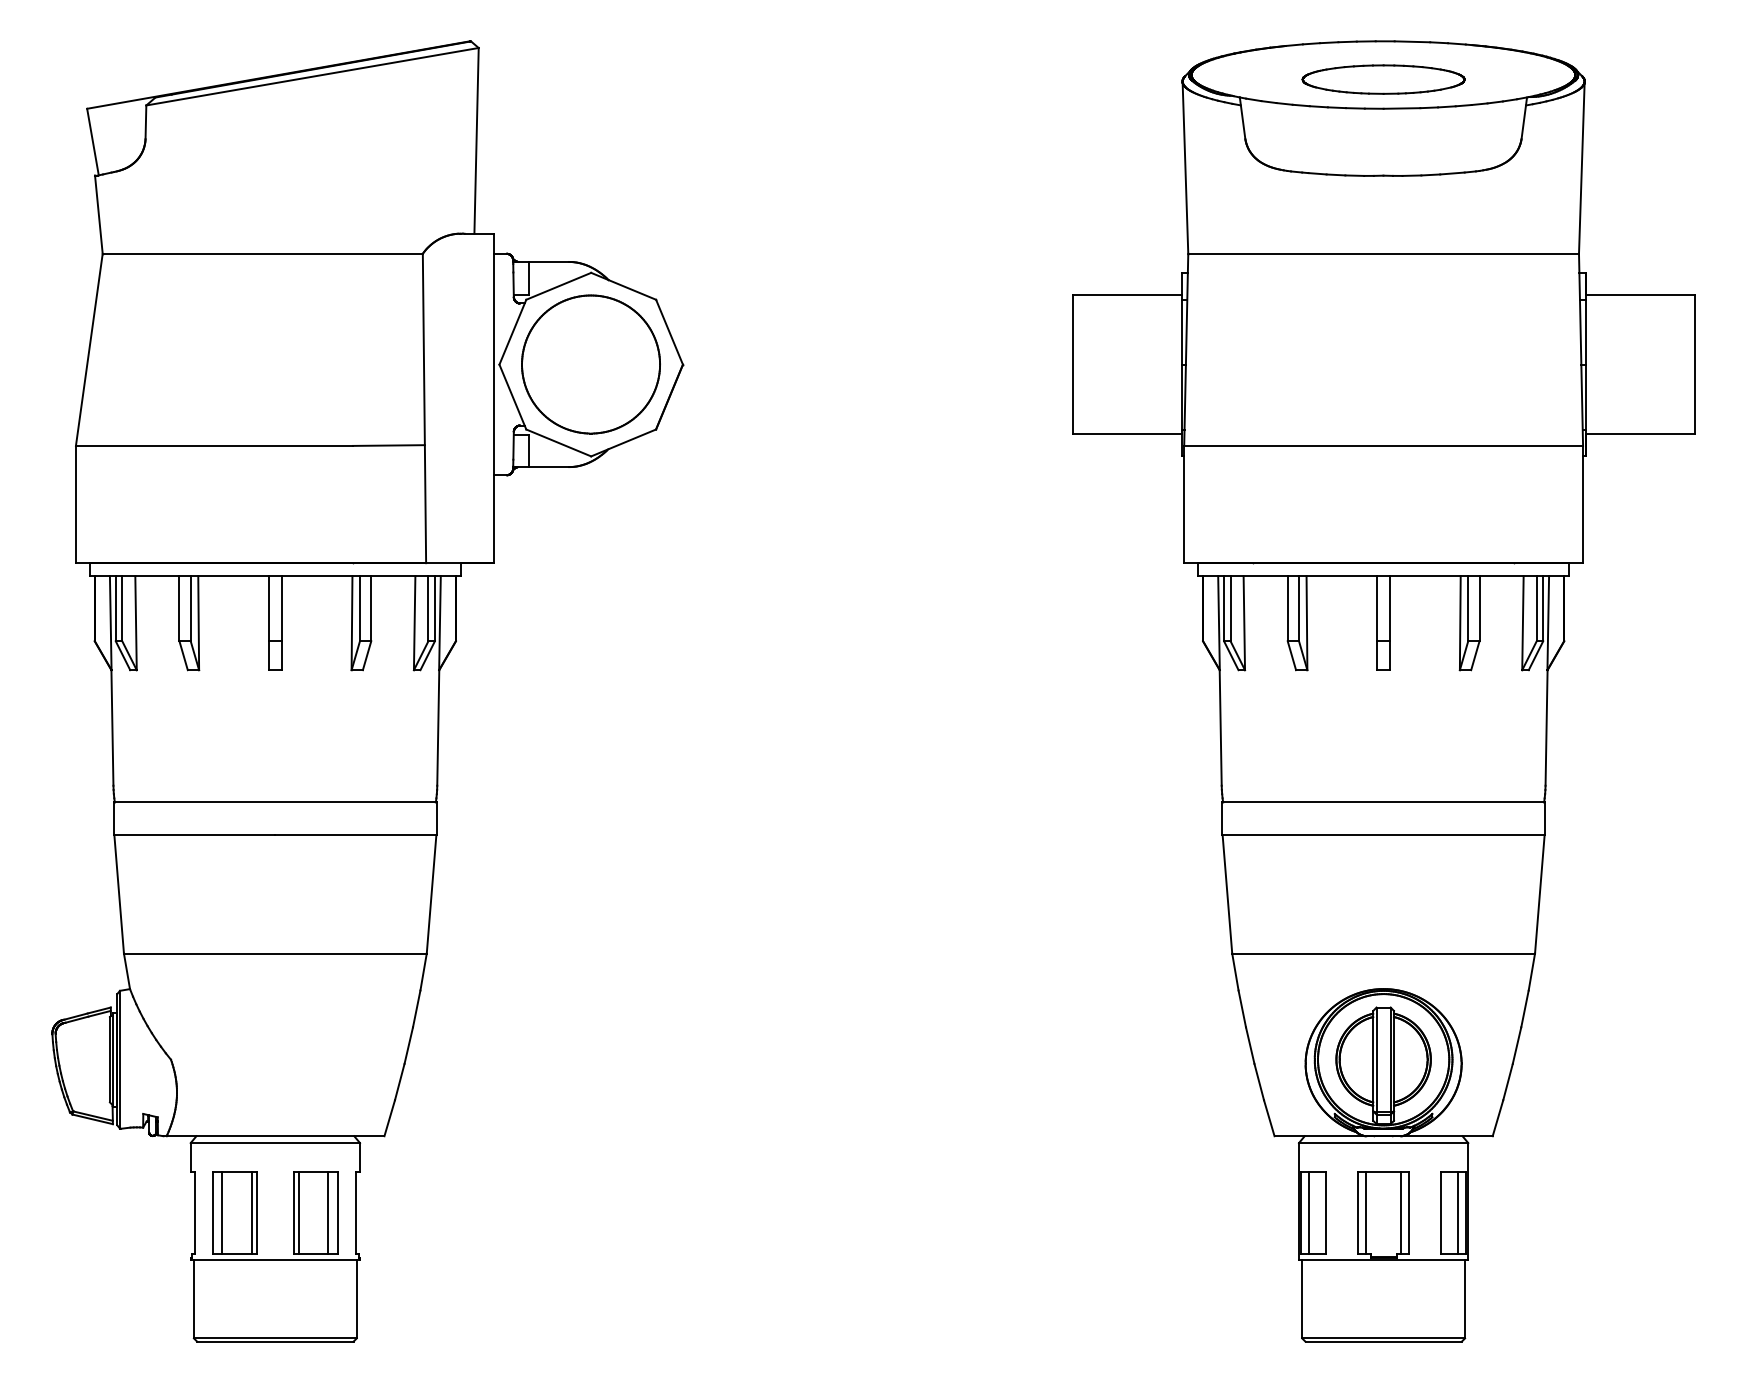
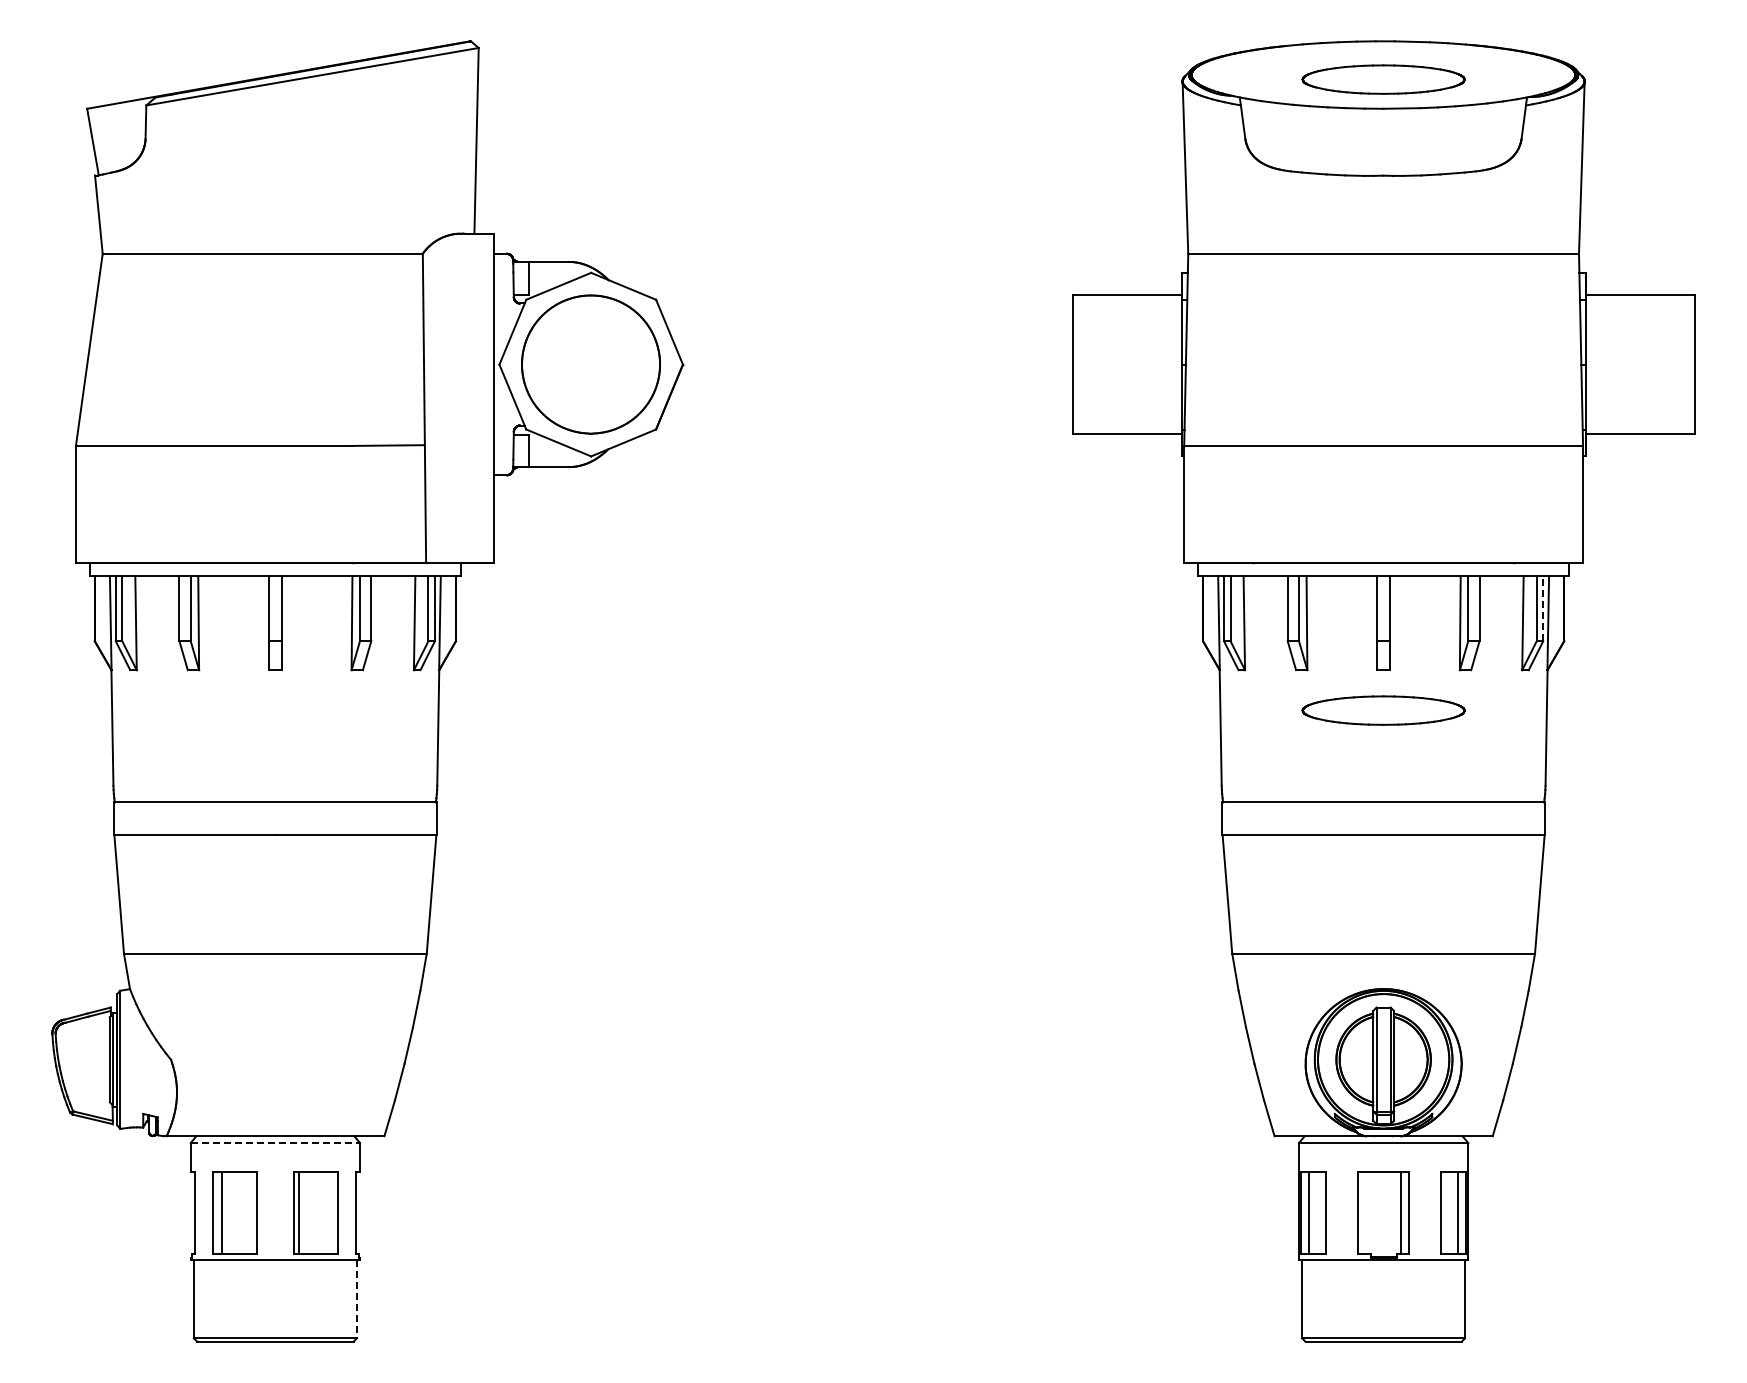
line at (1543, 608): solid -> dashed
part at (1383, 710): none -> present
line at (275, 1143): solid -> dashed
line at (252, 1212): present -> none
line at (328, 1212): present -> none
line at (1366, 1212): present -> none
line at (356, 1299): solid -> dashed
